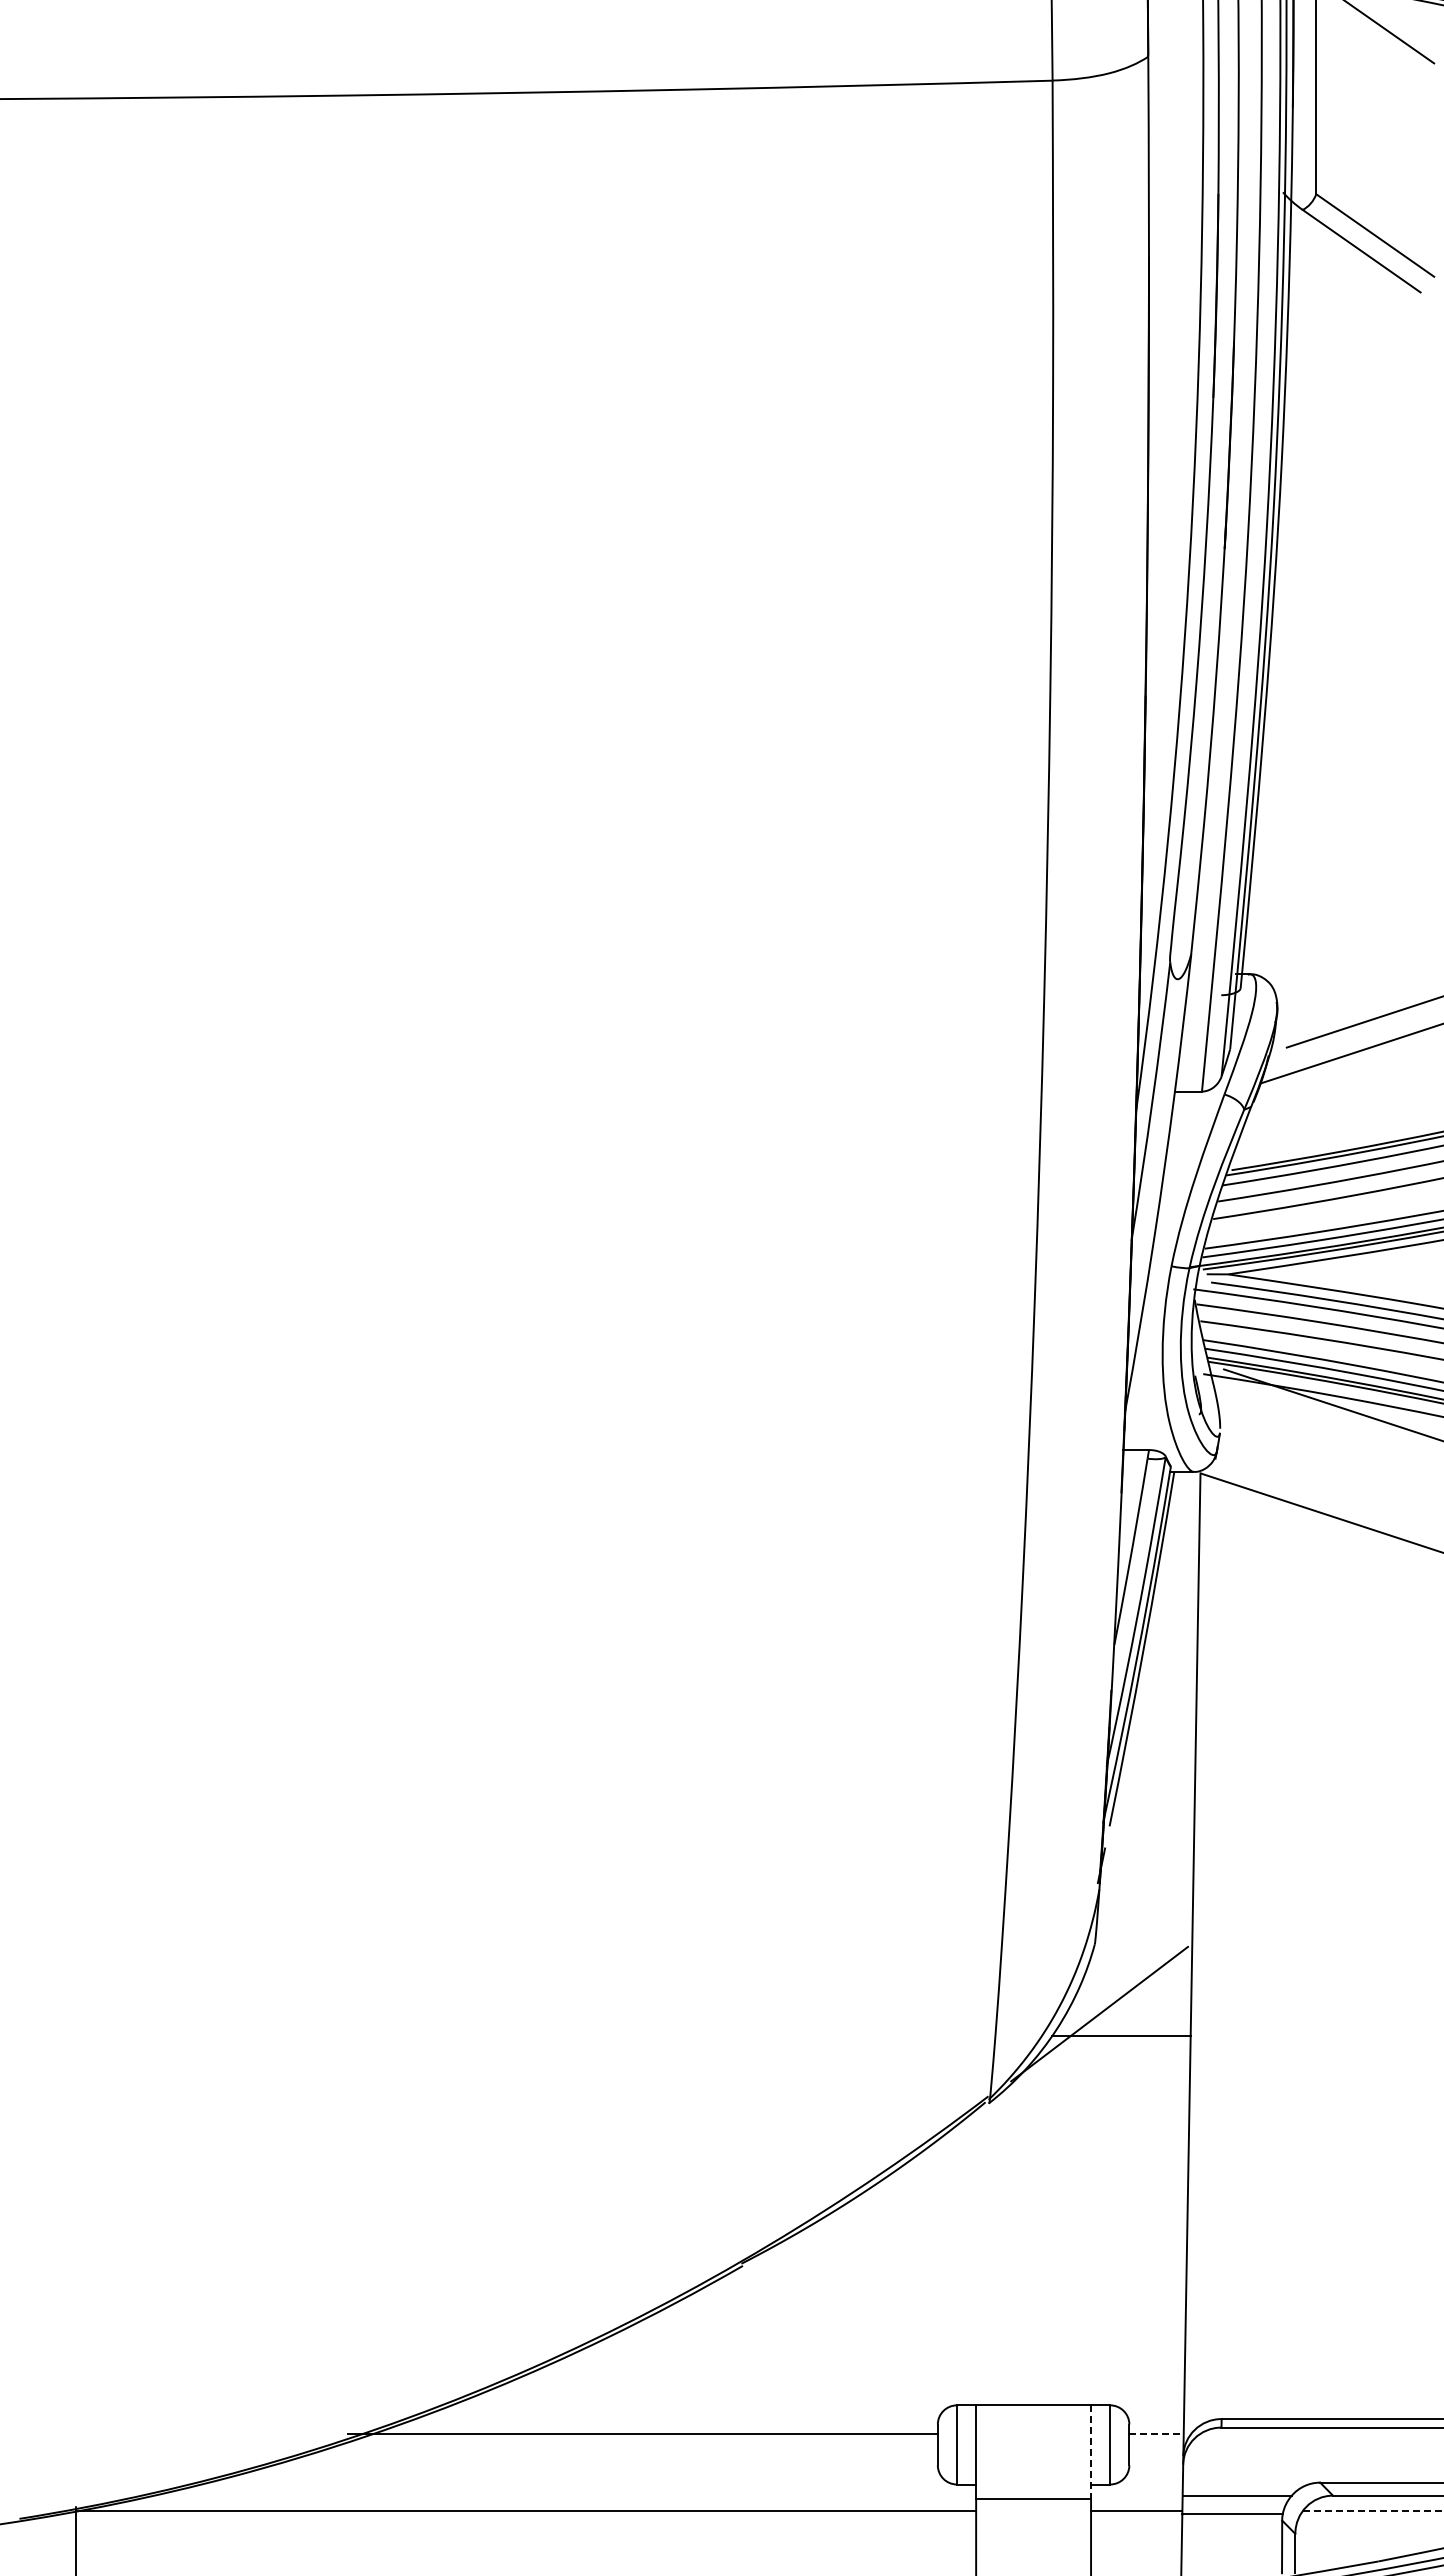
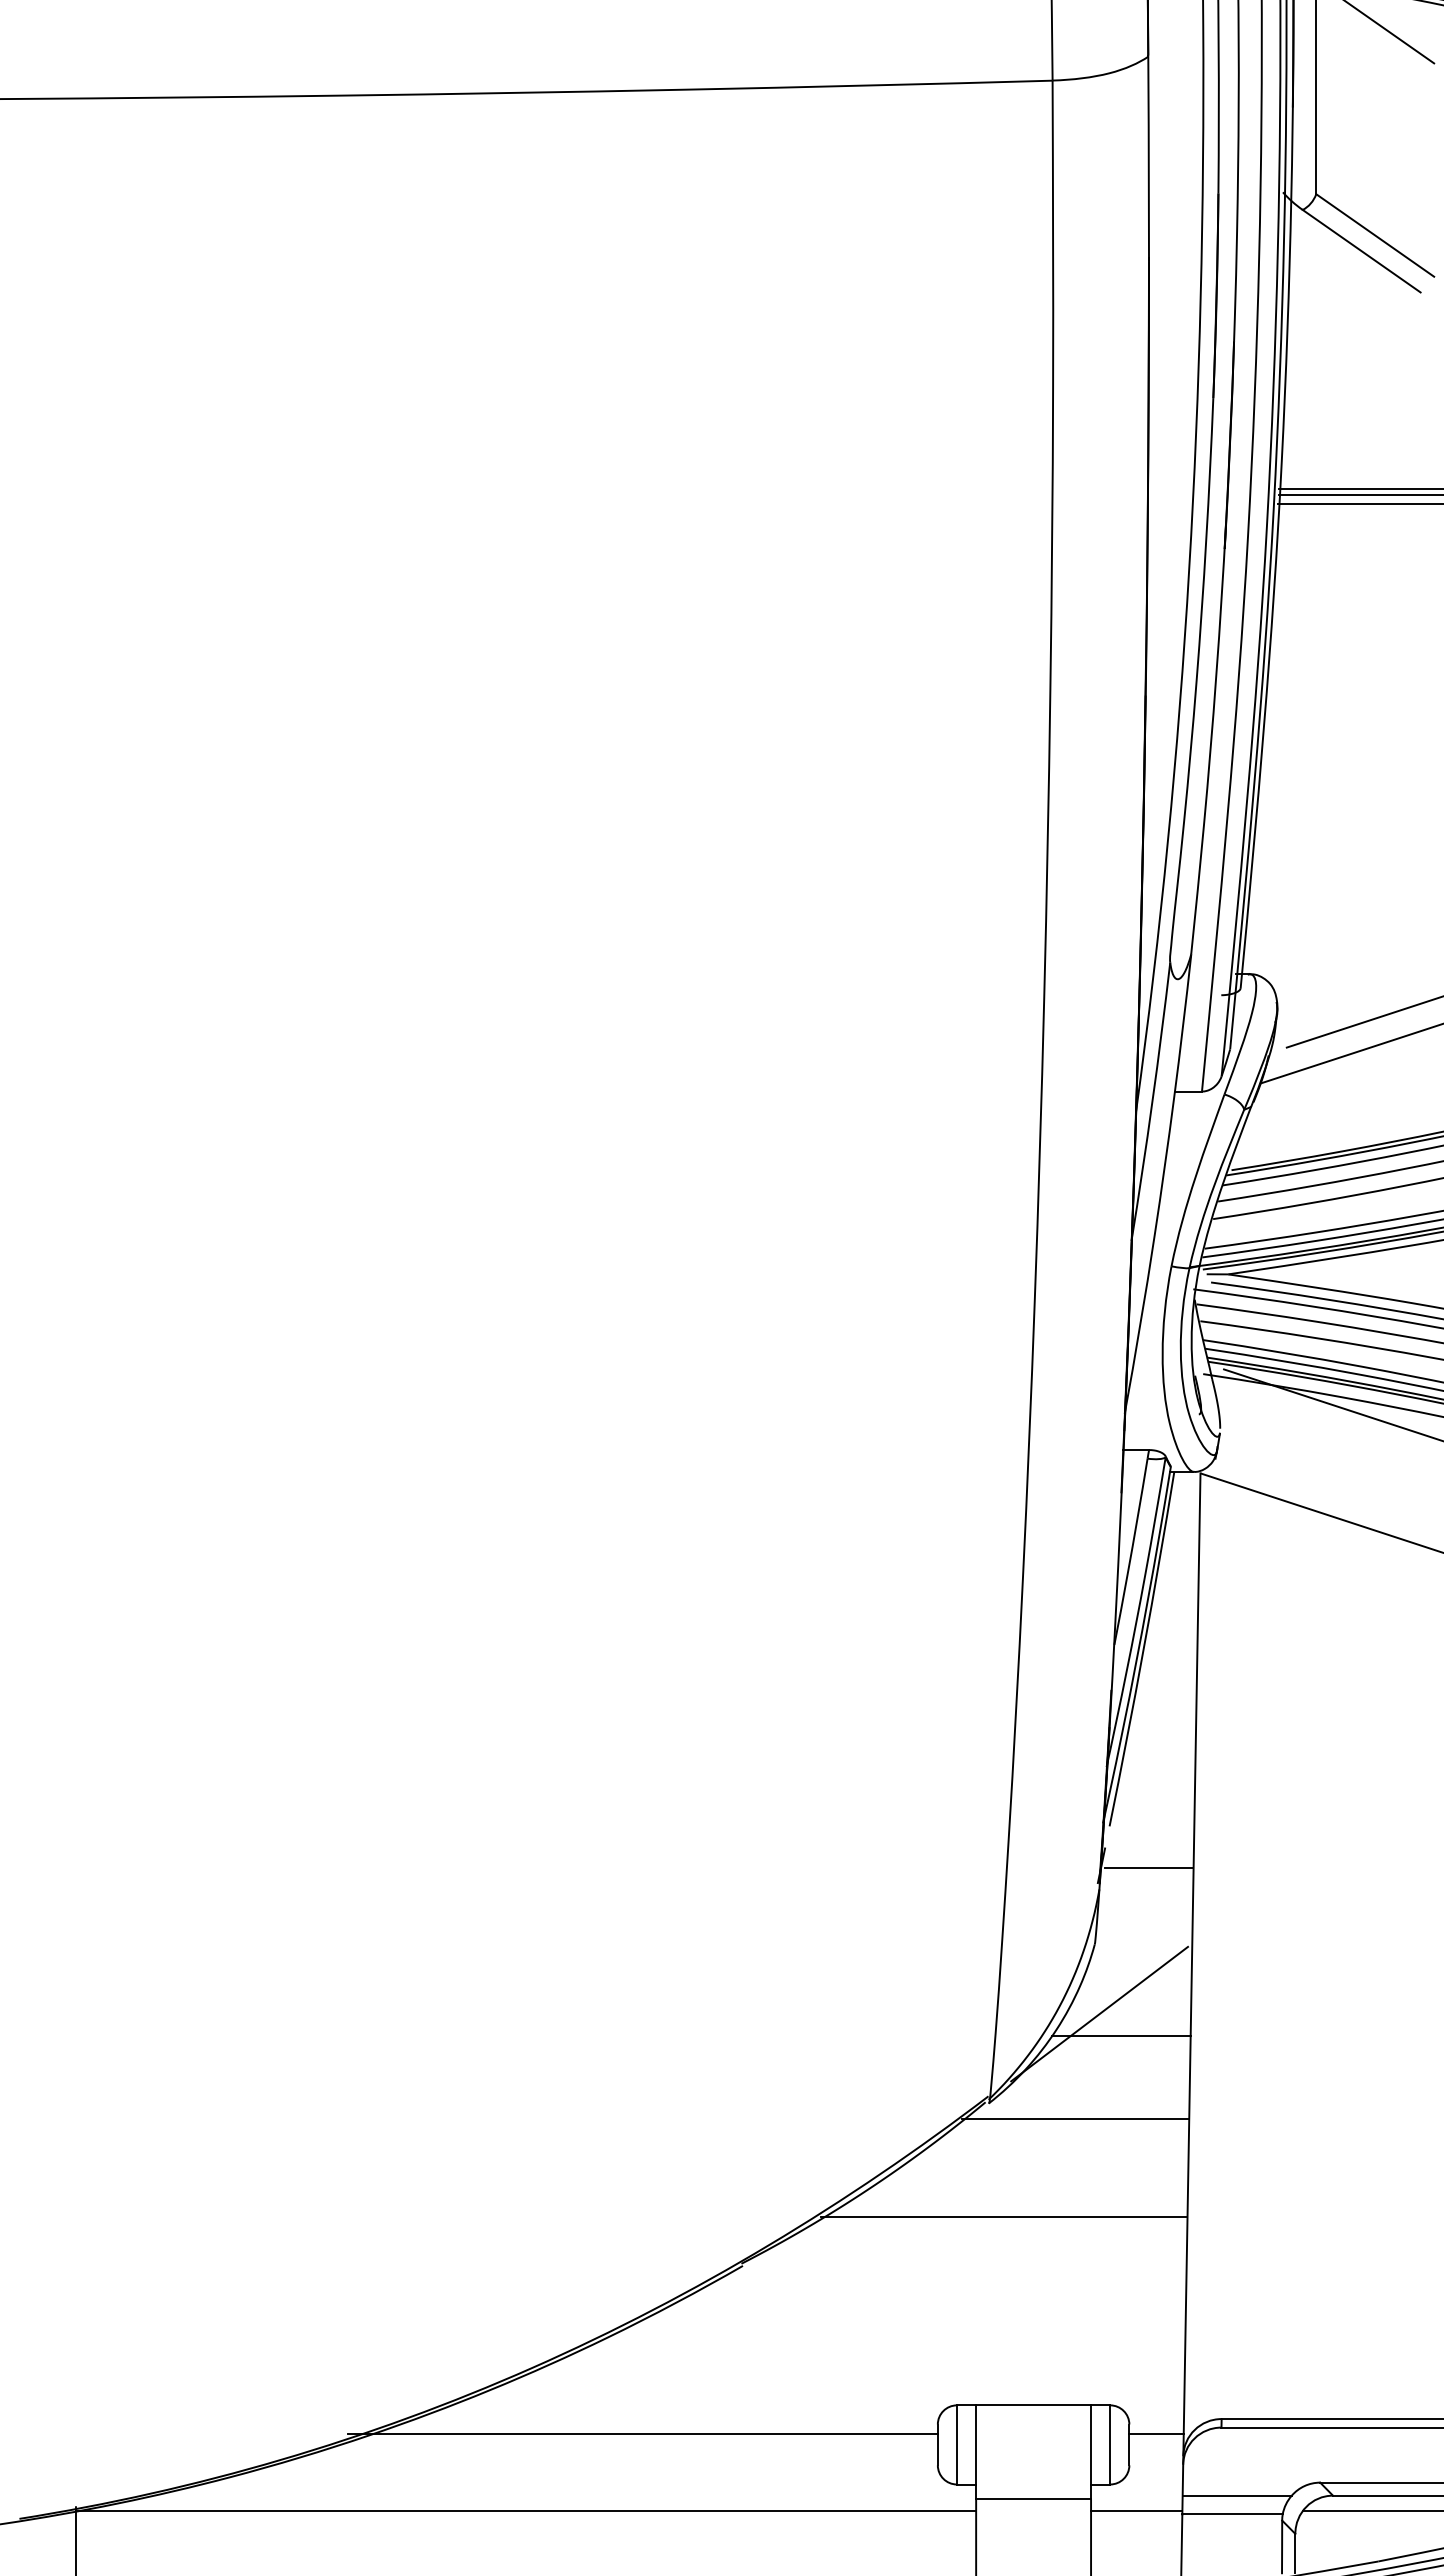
line at (1359, 488): none -> present
line at (1359, 495): none -> present
line at (1359, 503): none -> present
line at (1149, 1867): none -> present
line at (1075, 2119): none -> present
line at (1004, 2217): none -> present
line at (1156, 2434): dashed -> solid
line at (1091, 2452): dashed -> solid
line at (1373, 2510): dashed -> solid
